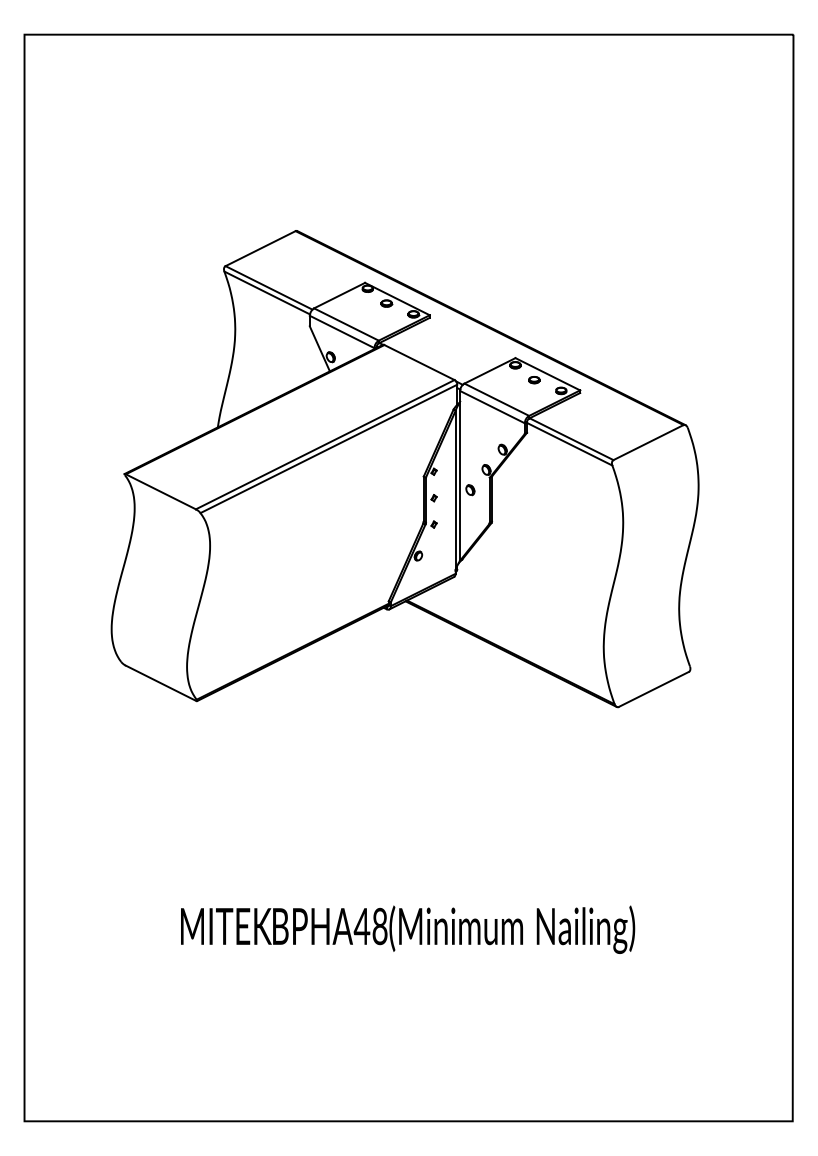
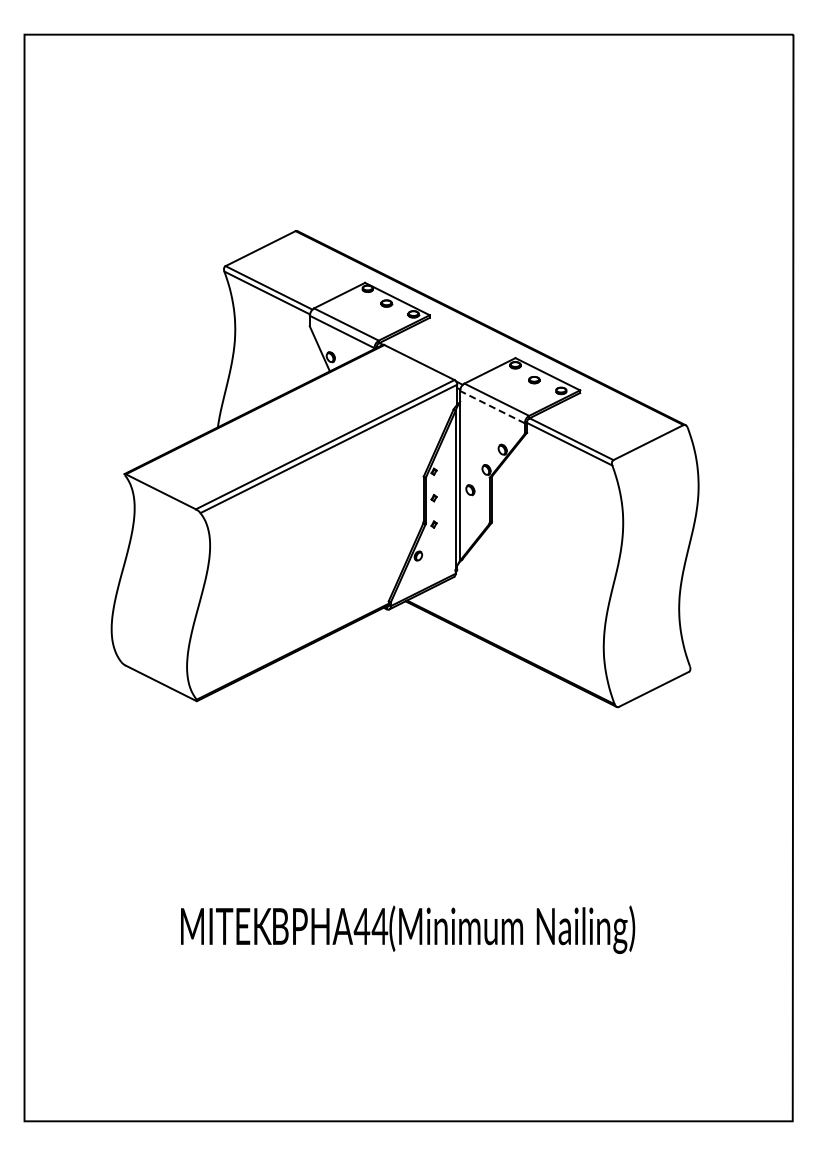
line at (492, 406): solid -> dashed
text at (379, 926): BPHA48 -> BPHA44
